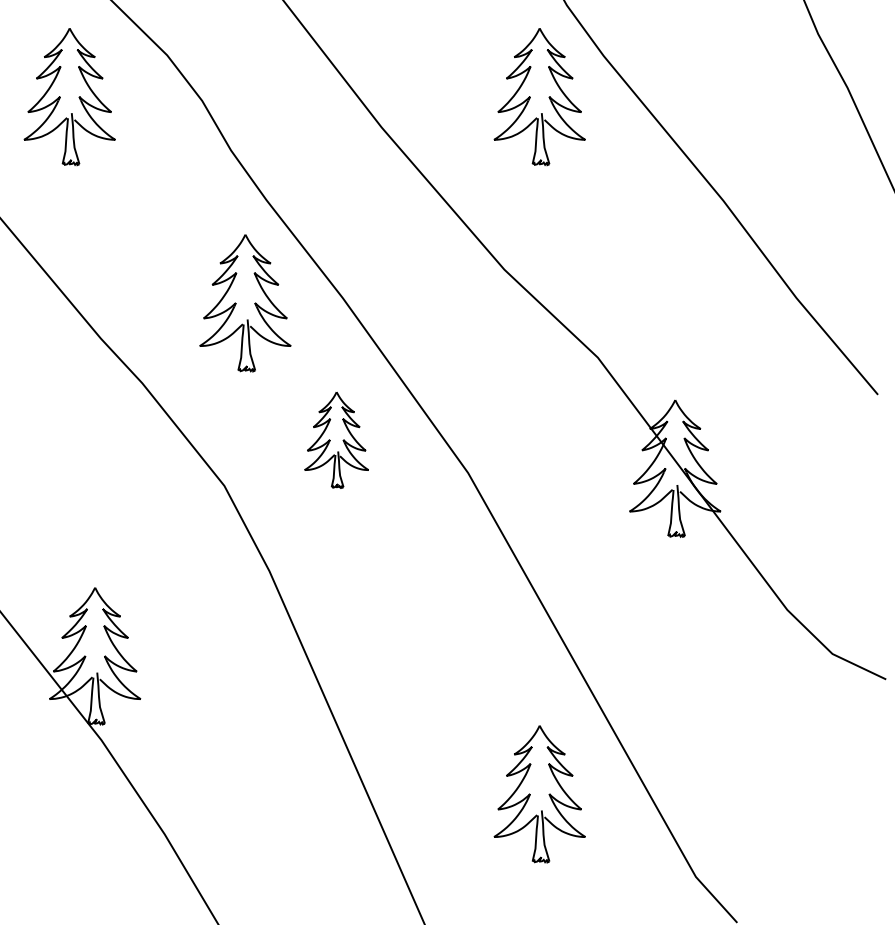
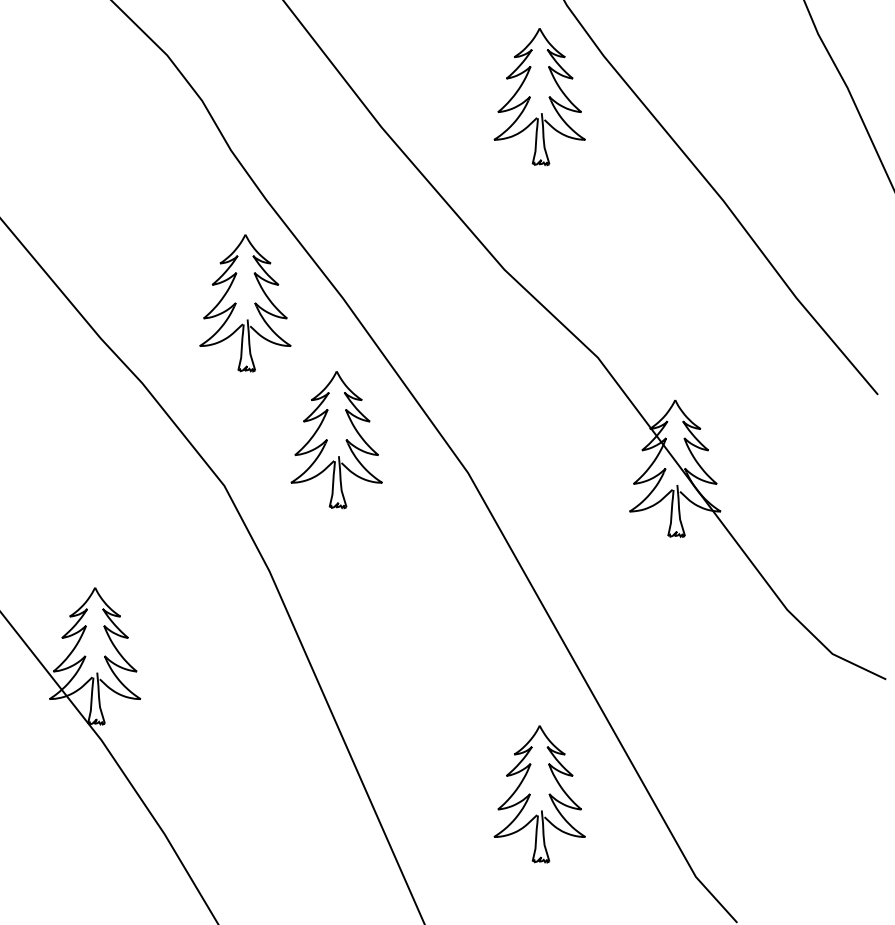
part at (69, 97): present -> none
part at (336, 439) size: 65x98 px -> 93x139 px
